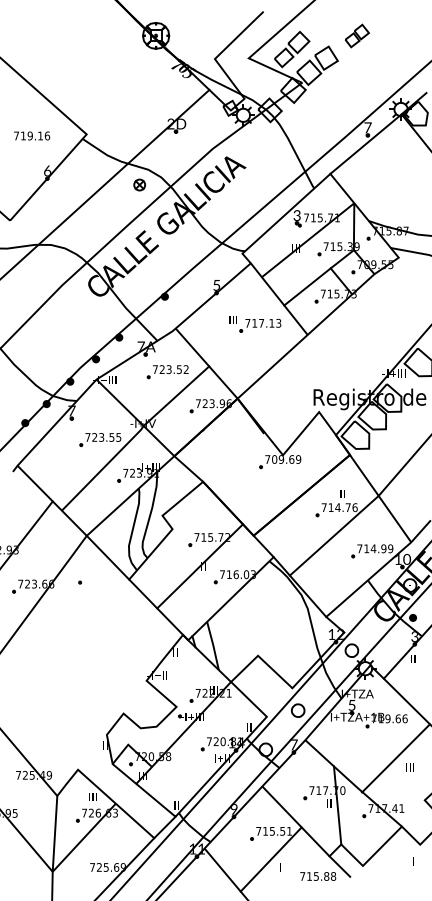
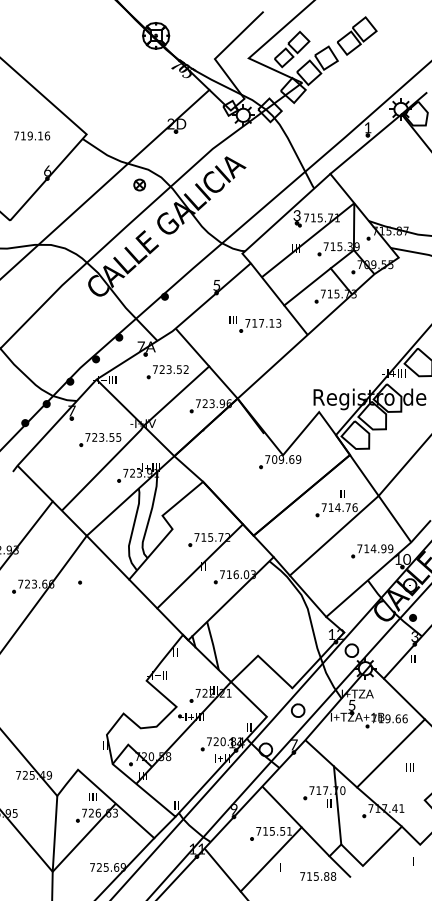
part at (357, 35) size: 25x26 px -> 41x40 px
text at (367, 127): 7 -> 1
line at (395, 758) position: (395, 758) -> (390, 753)
